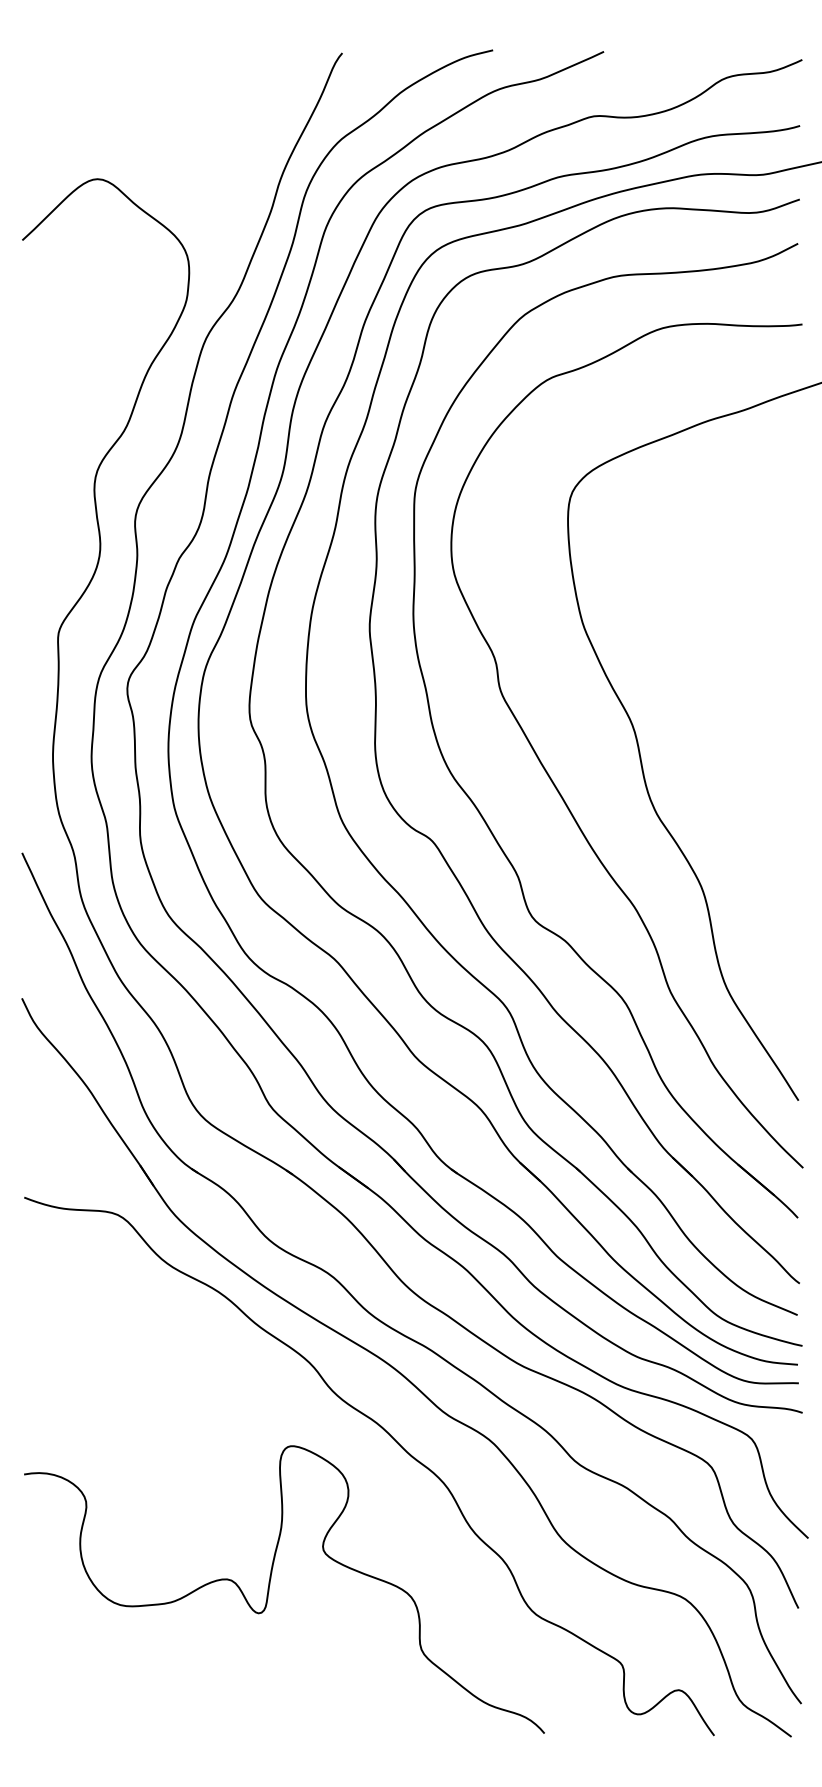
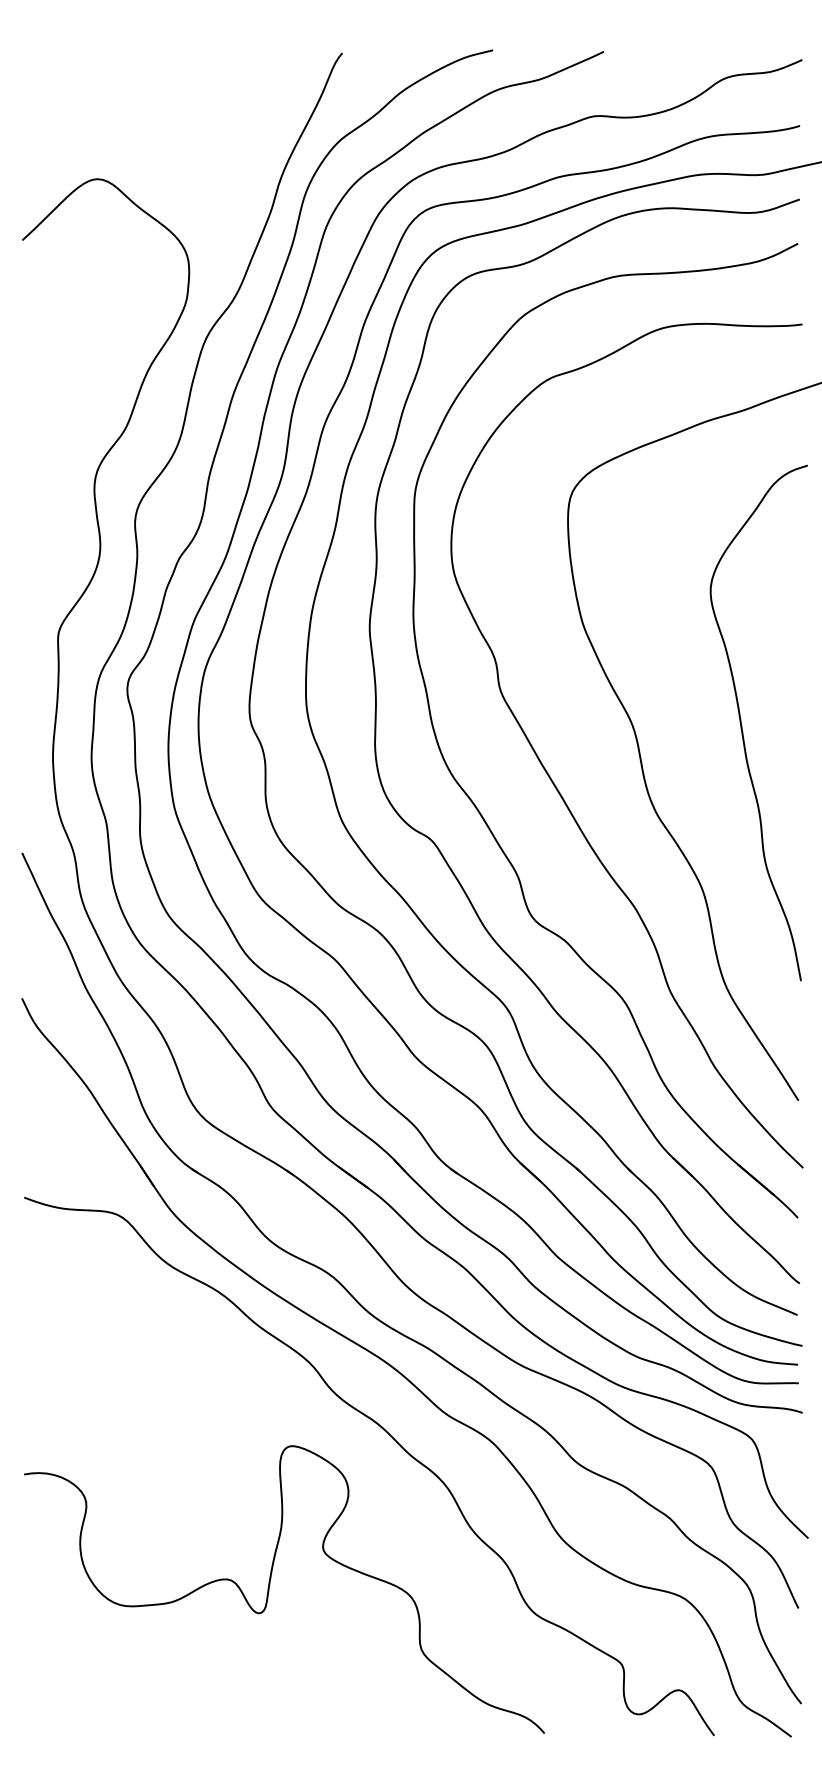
curve at (742, 725): none -> present
